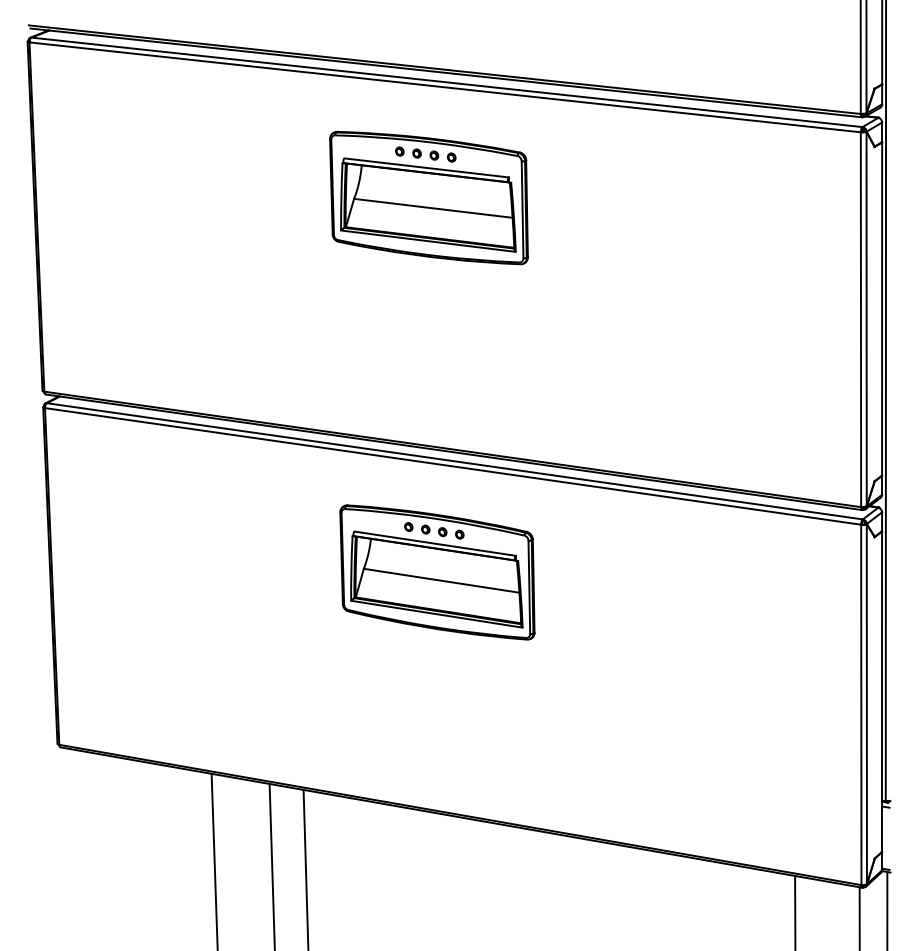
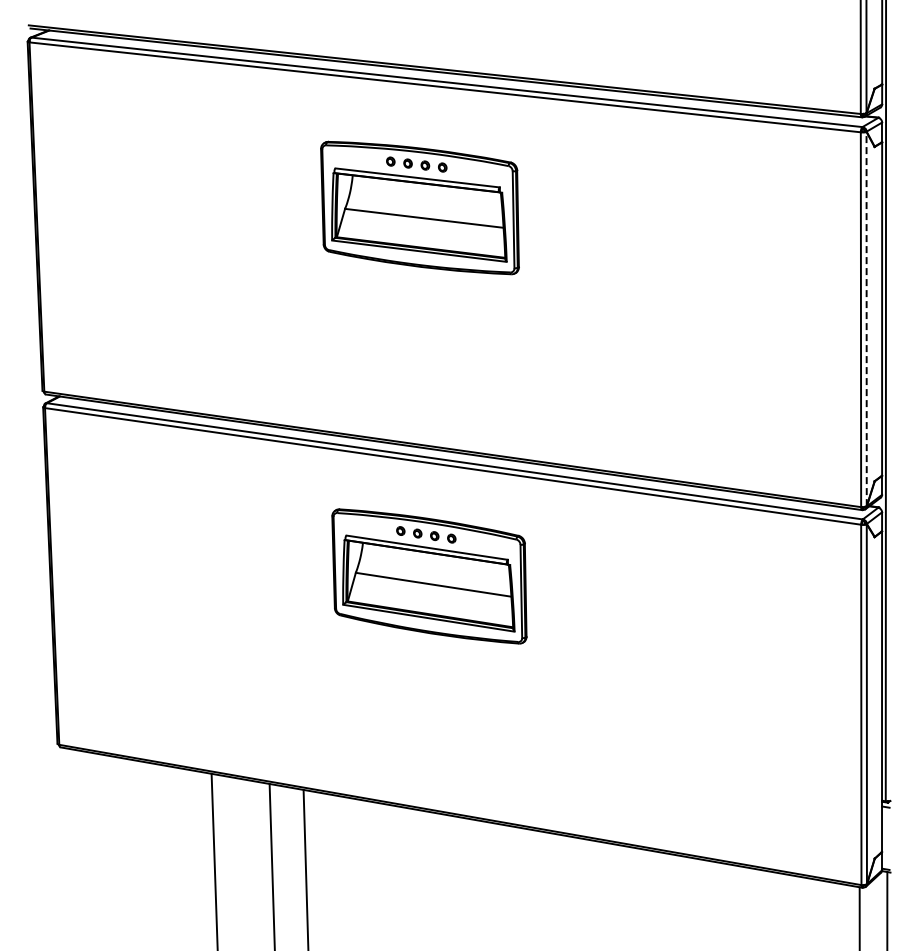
part at (428, 197) position: (428, 197) -> (419, 207)
line at (866, 318): solid -> dashed
part at (437, 572) position: (437, 572) -> (429, 576)
line at (795, 911): present -> none
